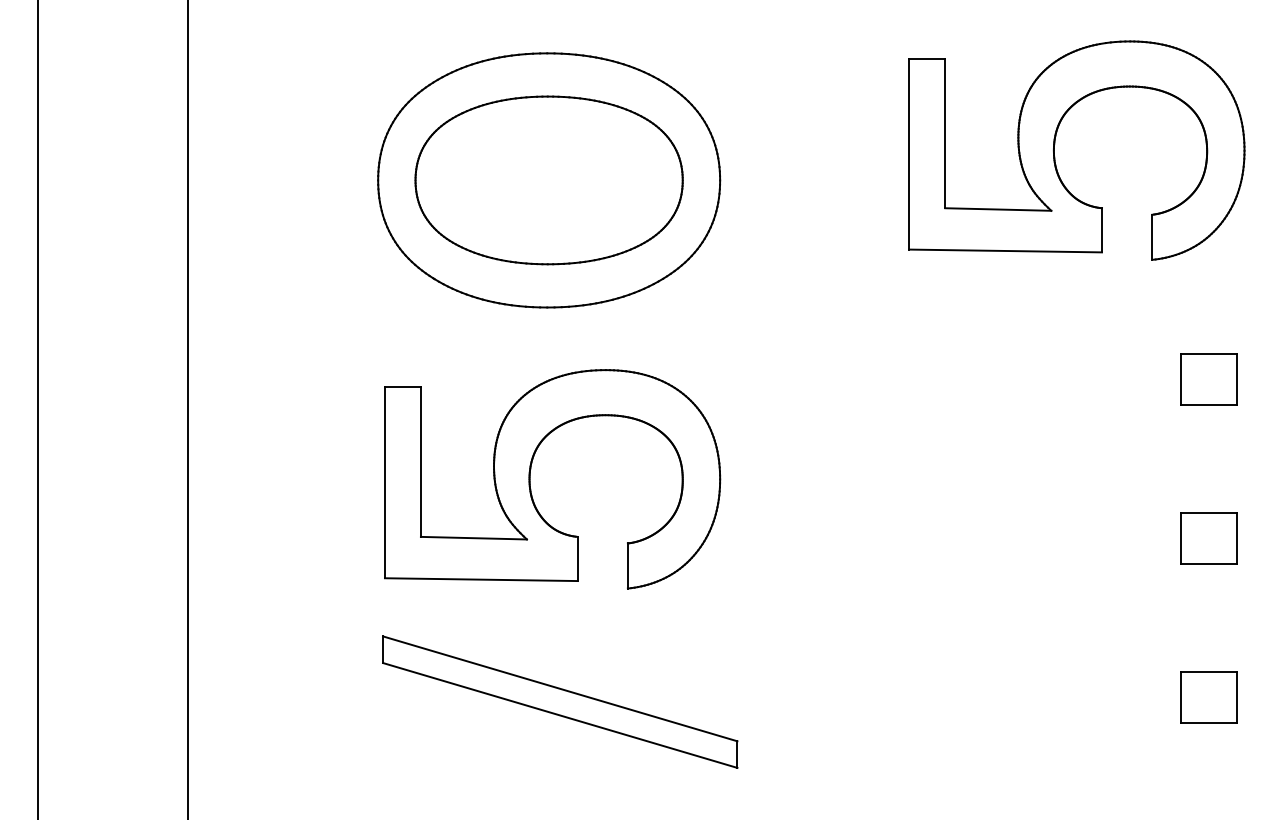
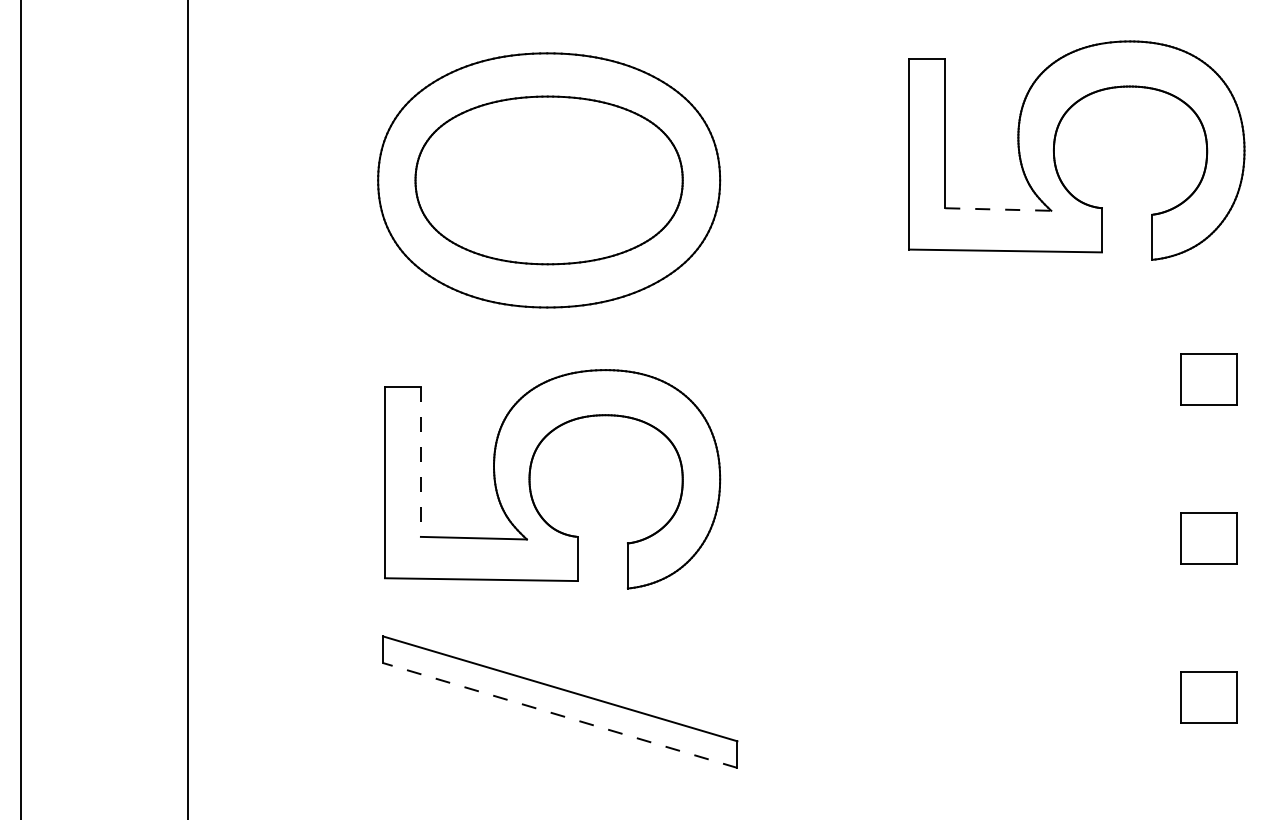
line at (998, 209): solid -> dashed
line at (38, 409) position: (38, 409) -> (21, 409)
line at (420, 462): solid -> dashed
line at (560, 715): solid -> dashed
